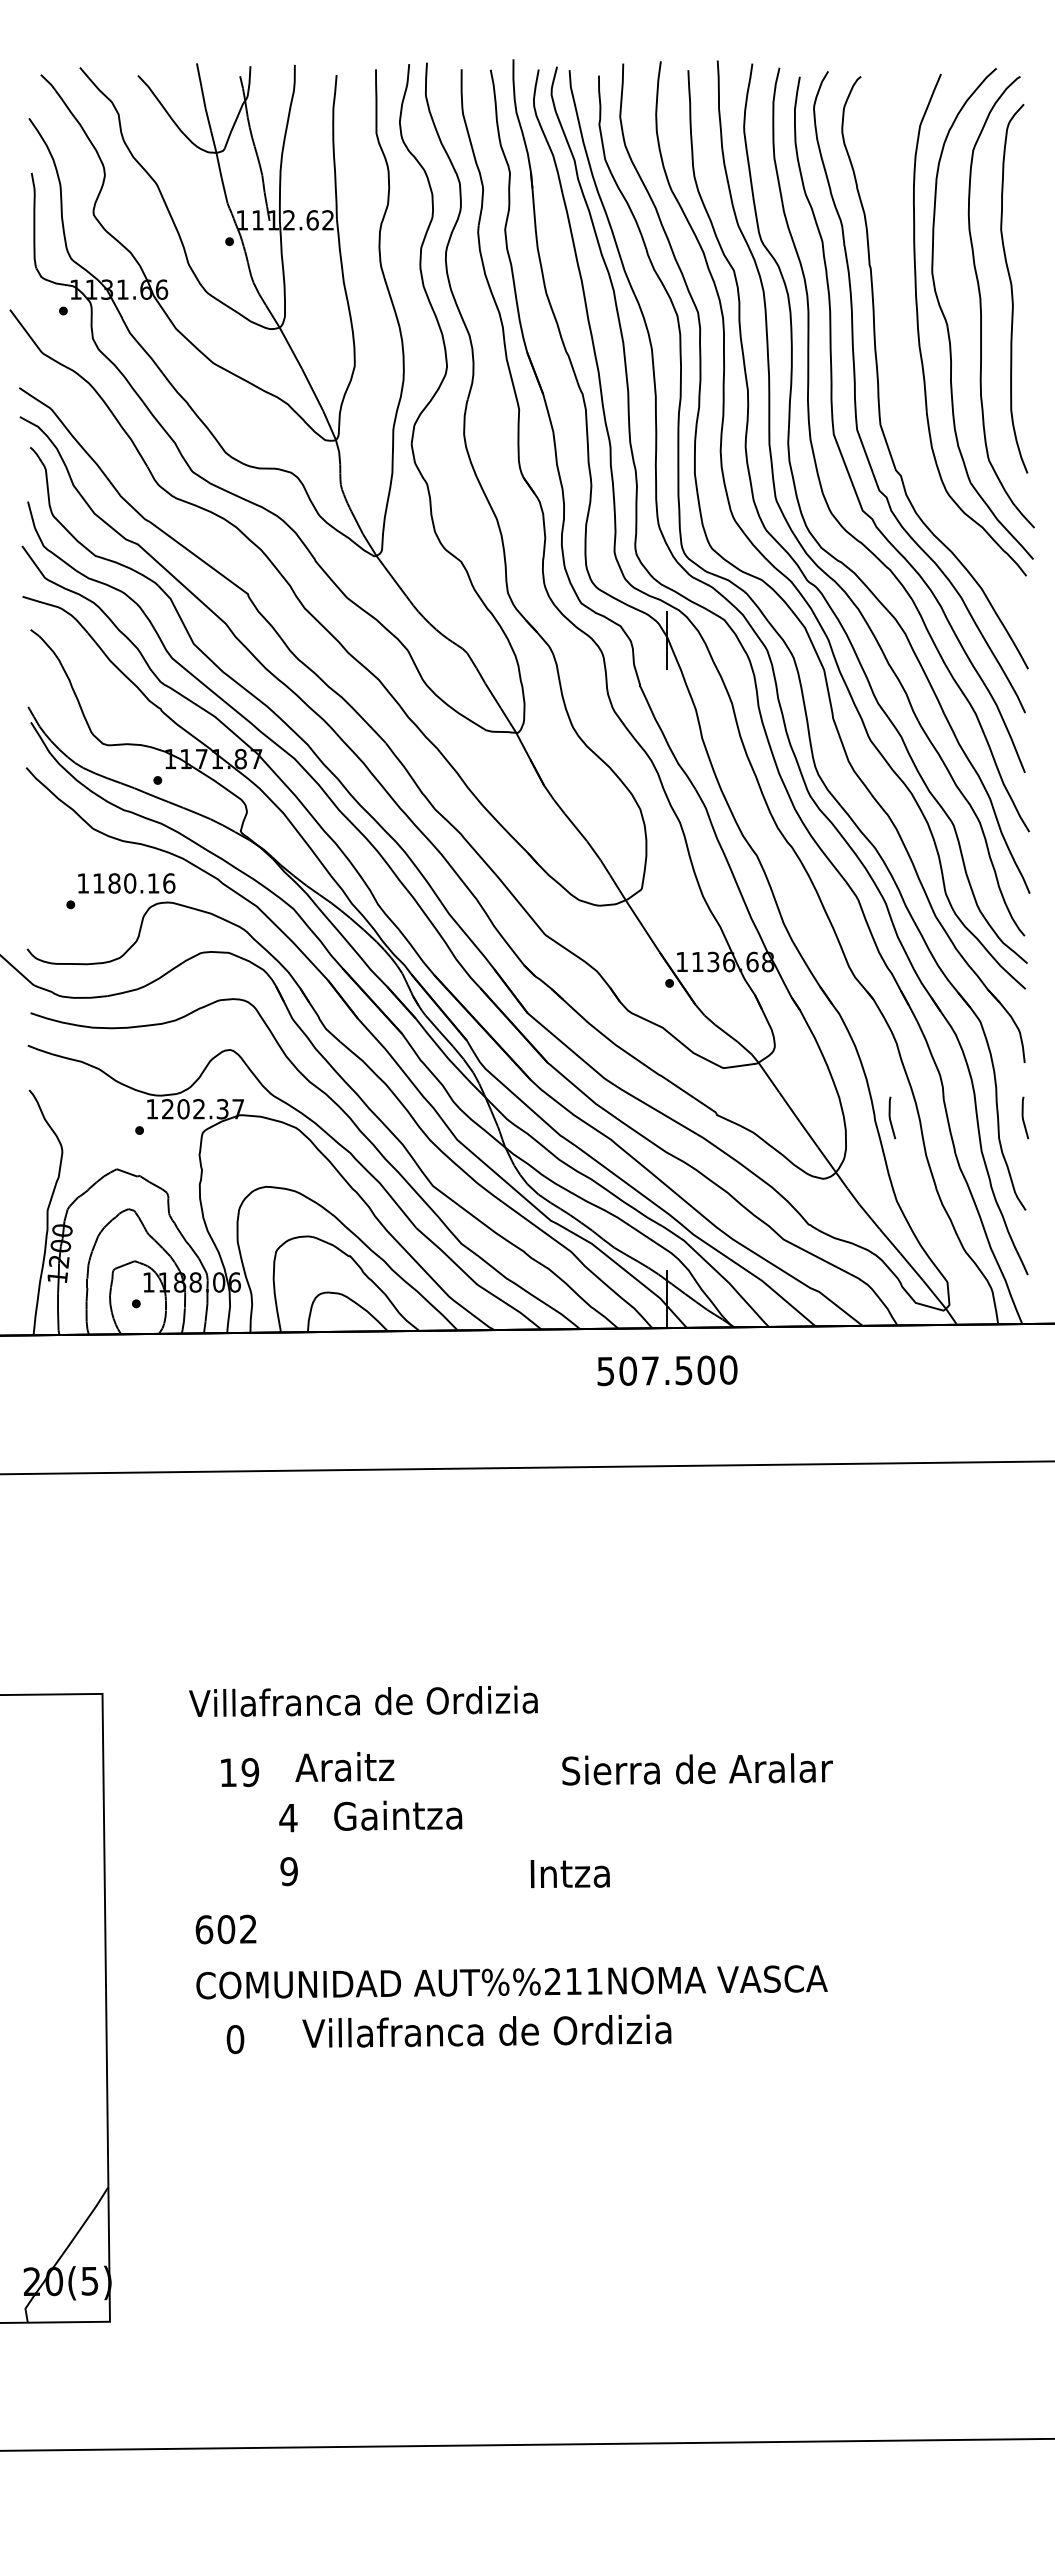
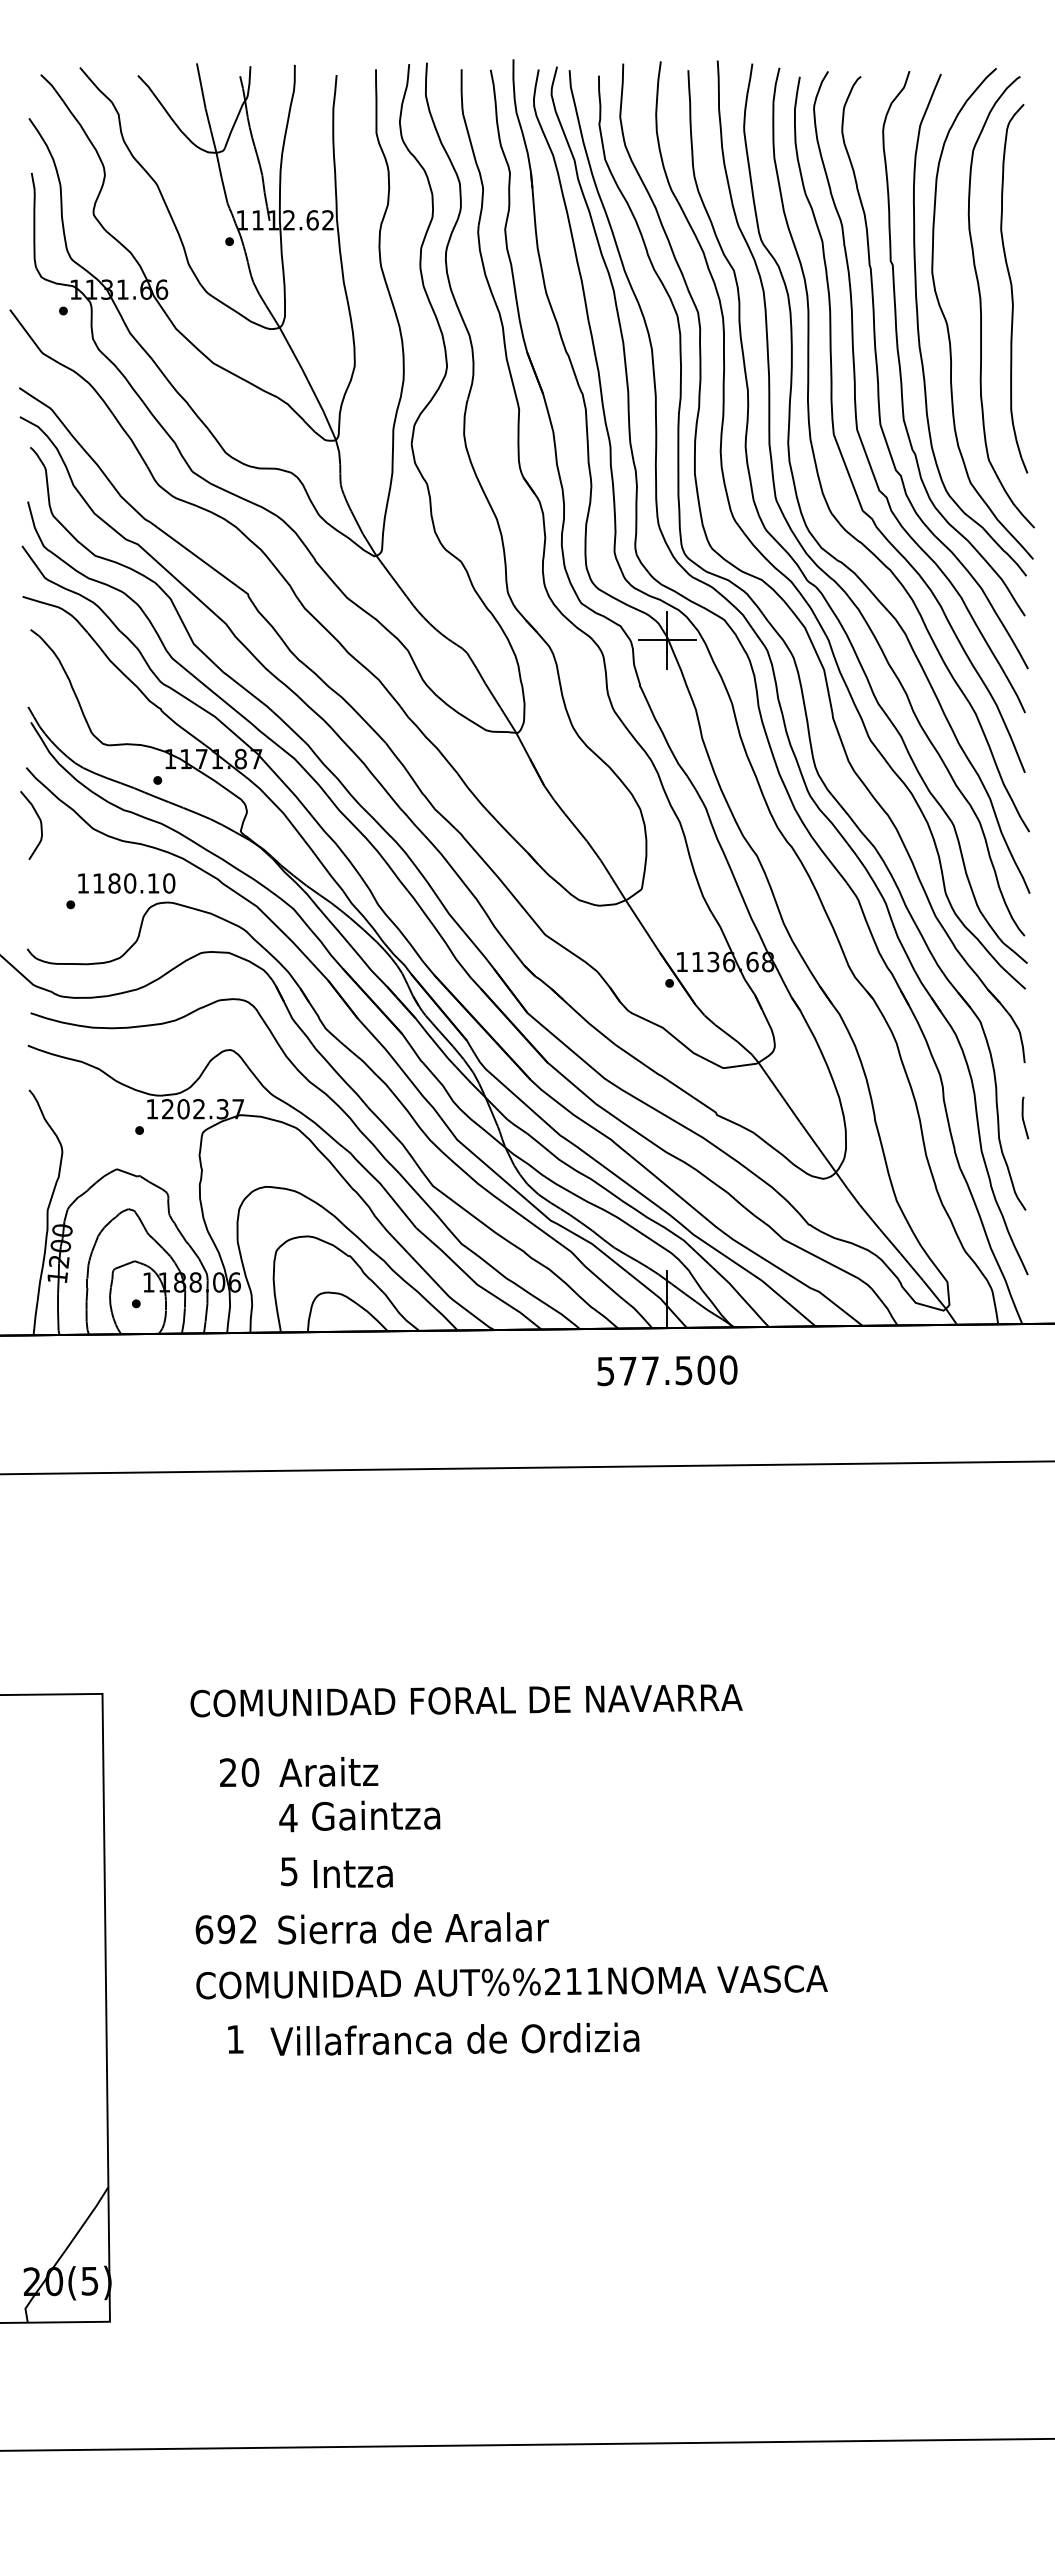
curve at (899, 353): none -> present
line at (666, 640): none -> present
curve at (40, 825): none -> present
text at (169, 883): 1180.16 -> 1180.10
line at (890, 1117): present -> none
text at (628, 1370): 507.500 -> 577.500
text at (465, 1700): Villafranca de Ordizia -> COMUNIDAD FORAL DE NAVARRA
text at (344, 1766) position: (344, 1766) -> (328, 1771)
text at (697, 1769) position: (697, 1769) -> (413, 1928)
text at (239, 1772): 19 -> 20
text at (398, 1815) position: (398, 1815) -> (376, 1815)
text at (288, 1871): 9 -> 5
text at (569, 1874) position: (569, 1874) -> (352, 1874)
text at (226, 1929): 602 -> 692
text at (486, 2030) position: (486, 2030) -> (454, 2038)
text at (235, 2039): 0 -> 1
